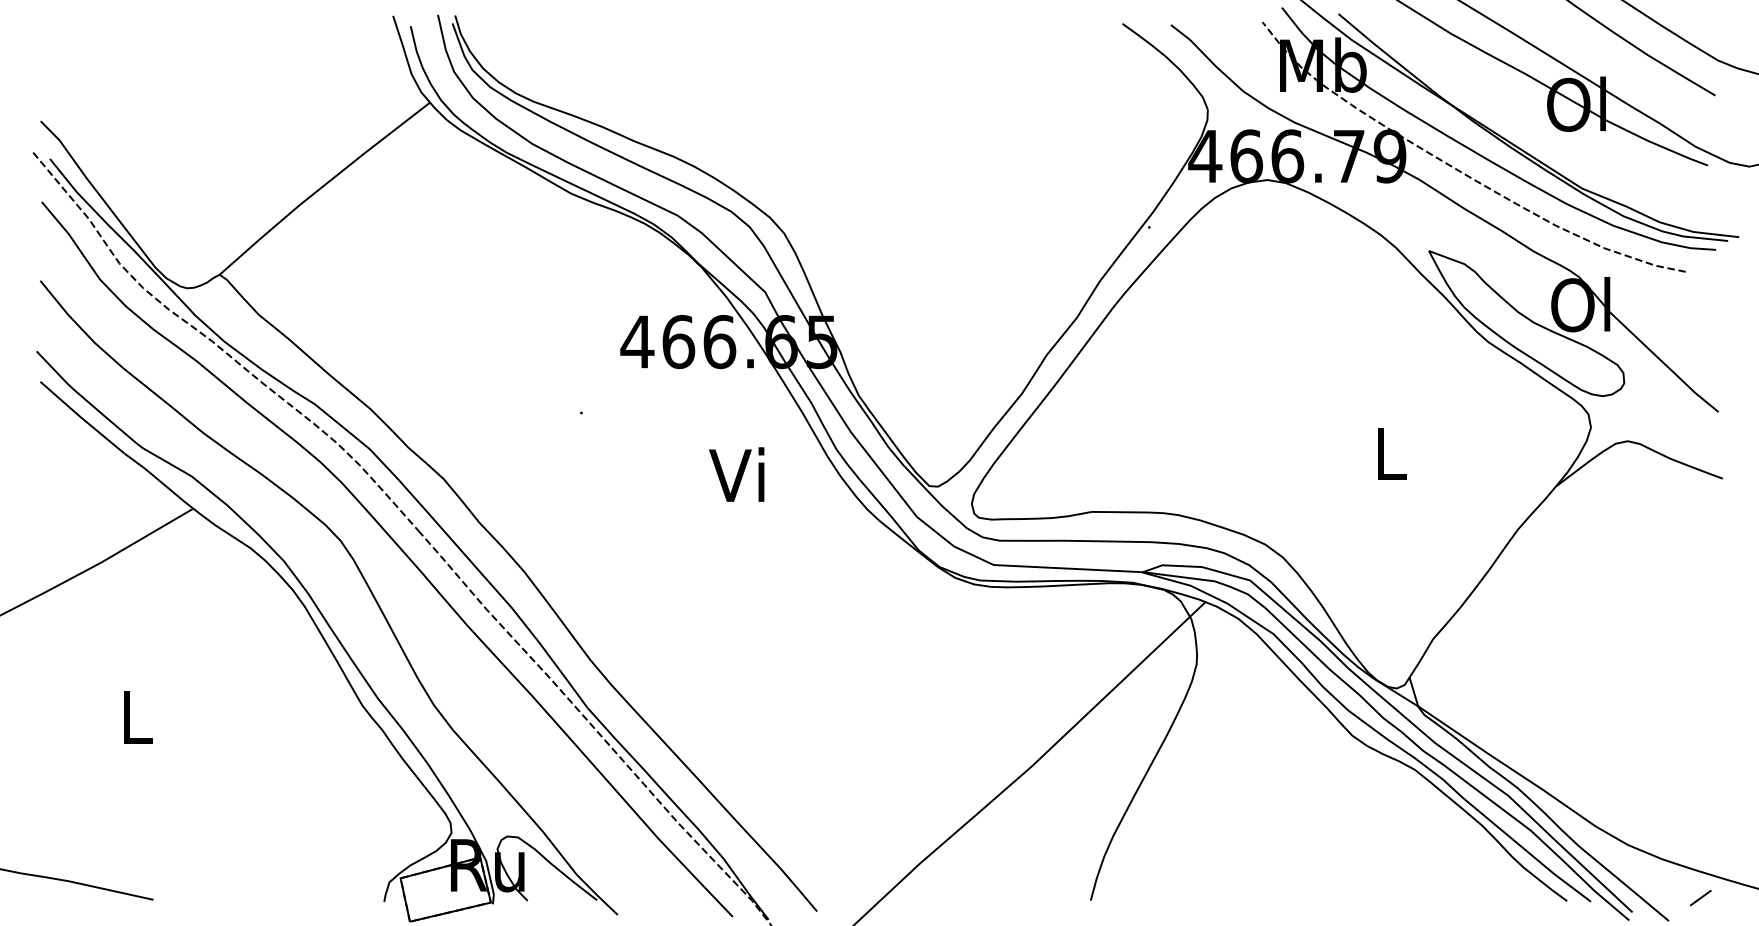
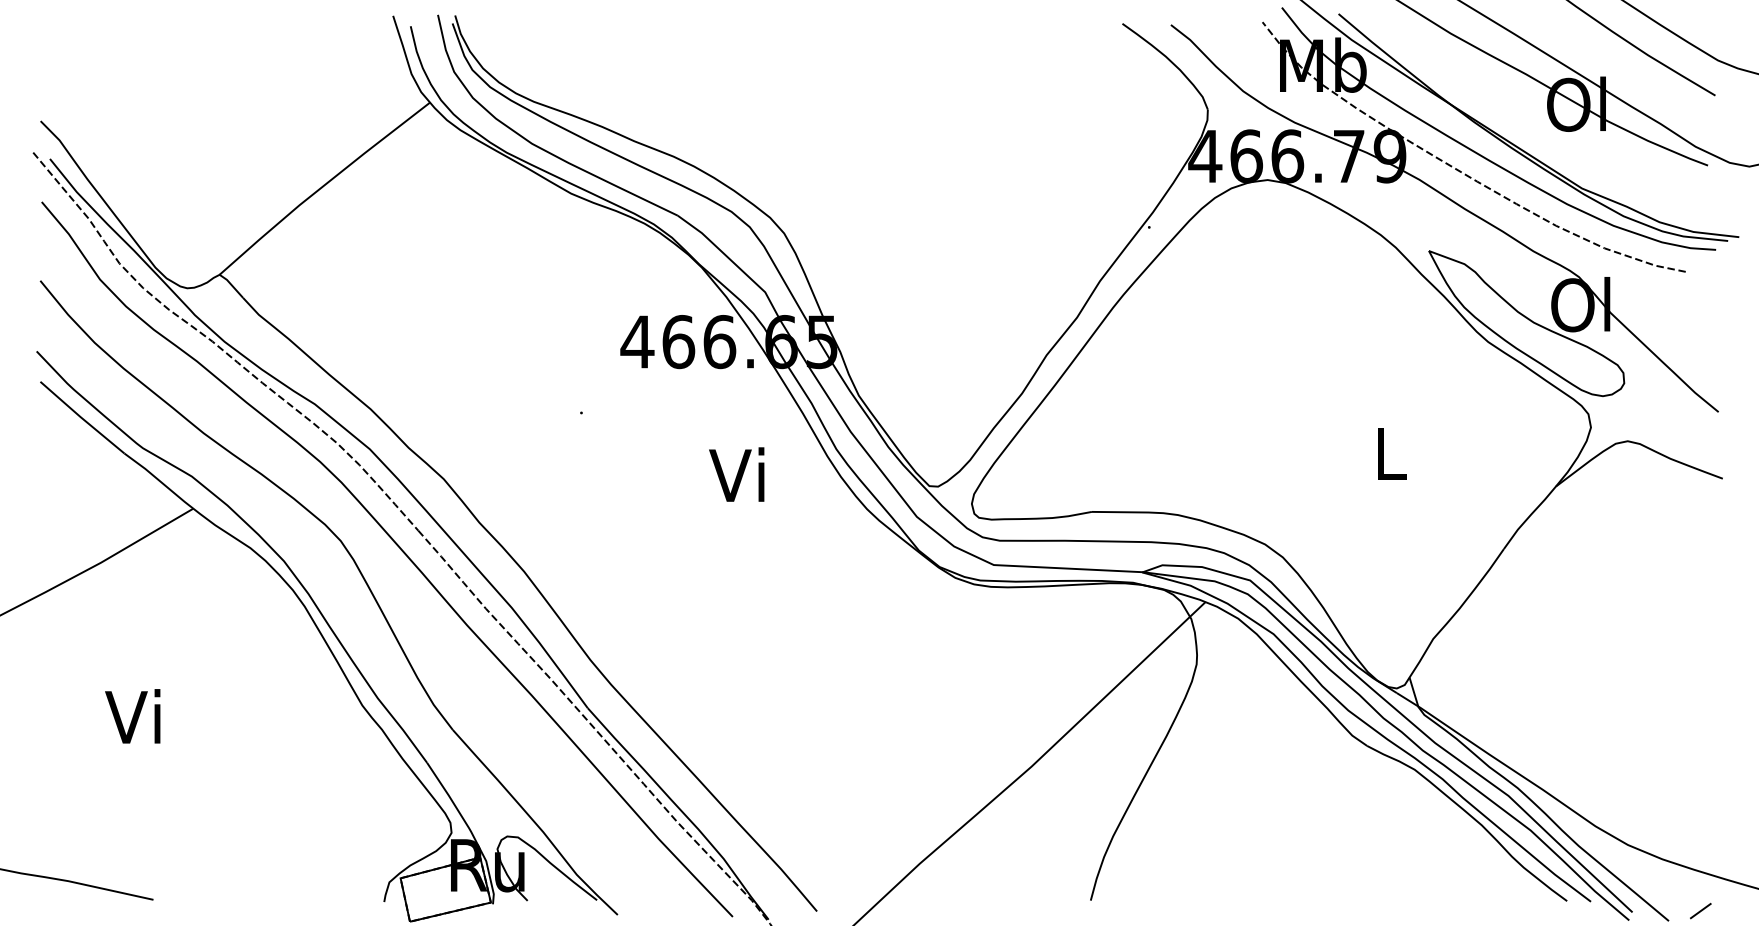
text at (132, 716): L -> Vi
line at (1700, 897) position: (1700, 897) -> (1700, 910)
